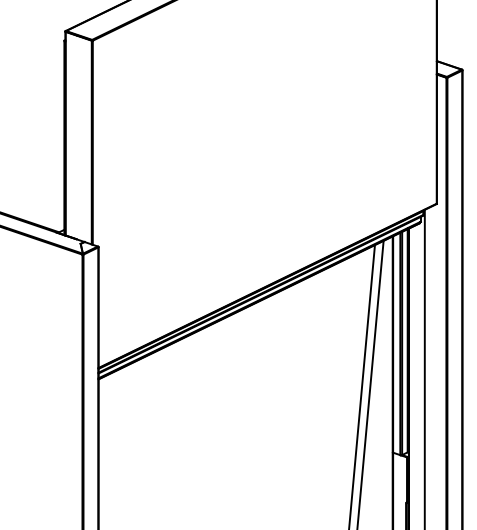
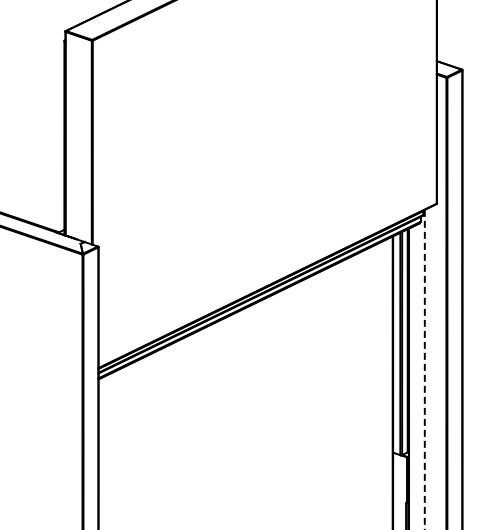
line at (424, 369): solid -> dashed
line at (370, 383): present -> none
line at (361, 385): present -> none
